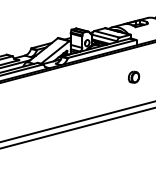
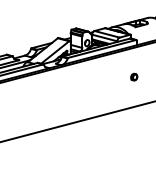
part at (134, 76) size: 13x14 px -> 9x10 px
line at (77, 128): present -> none
